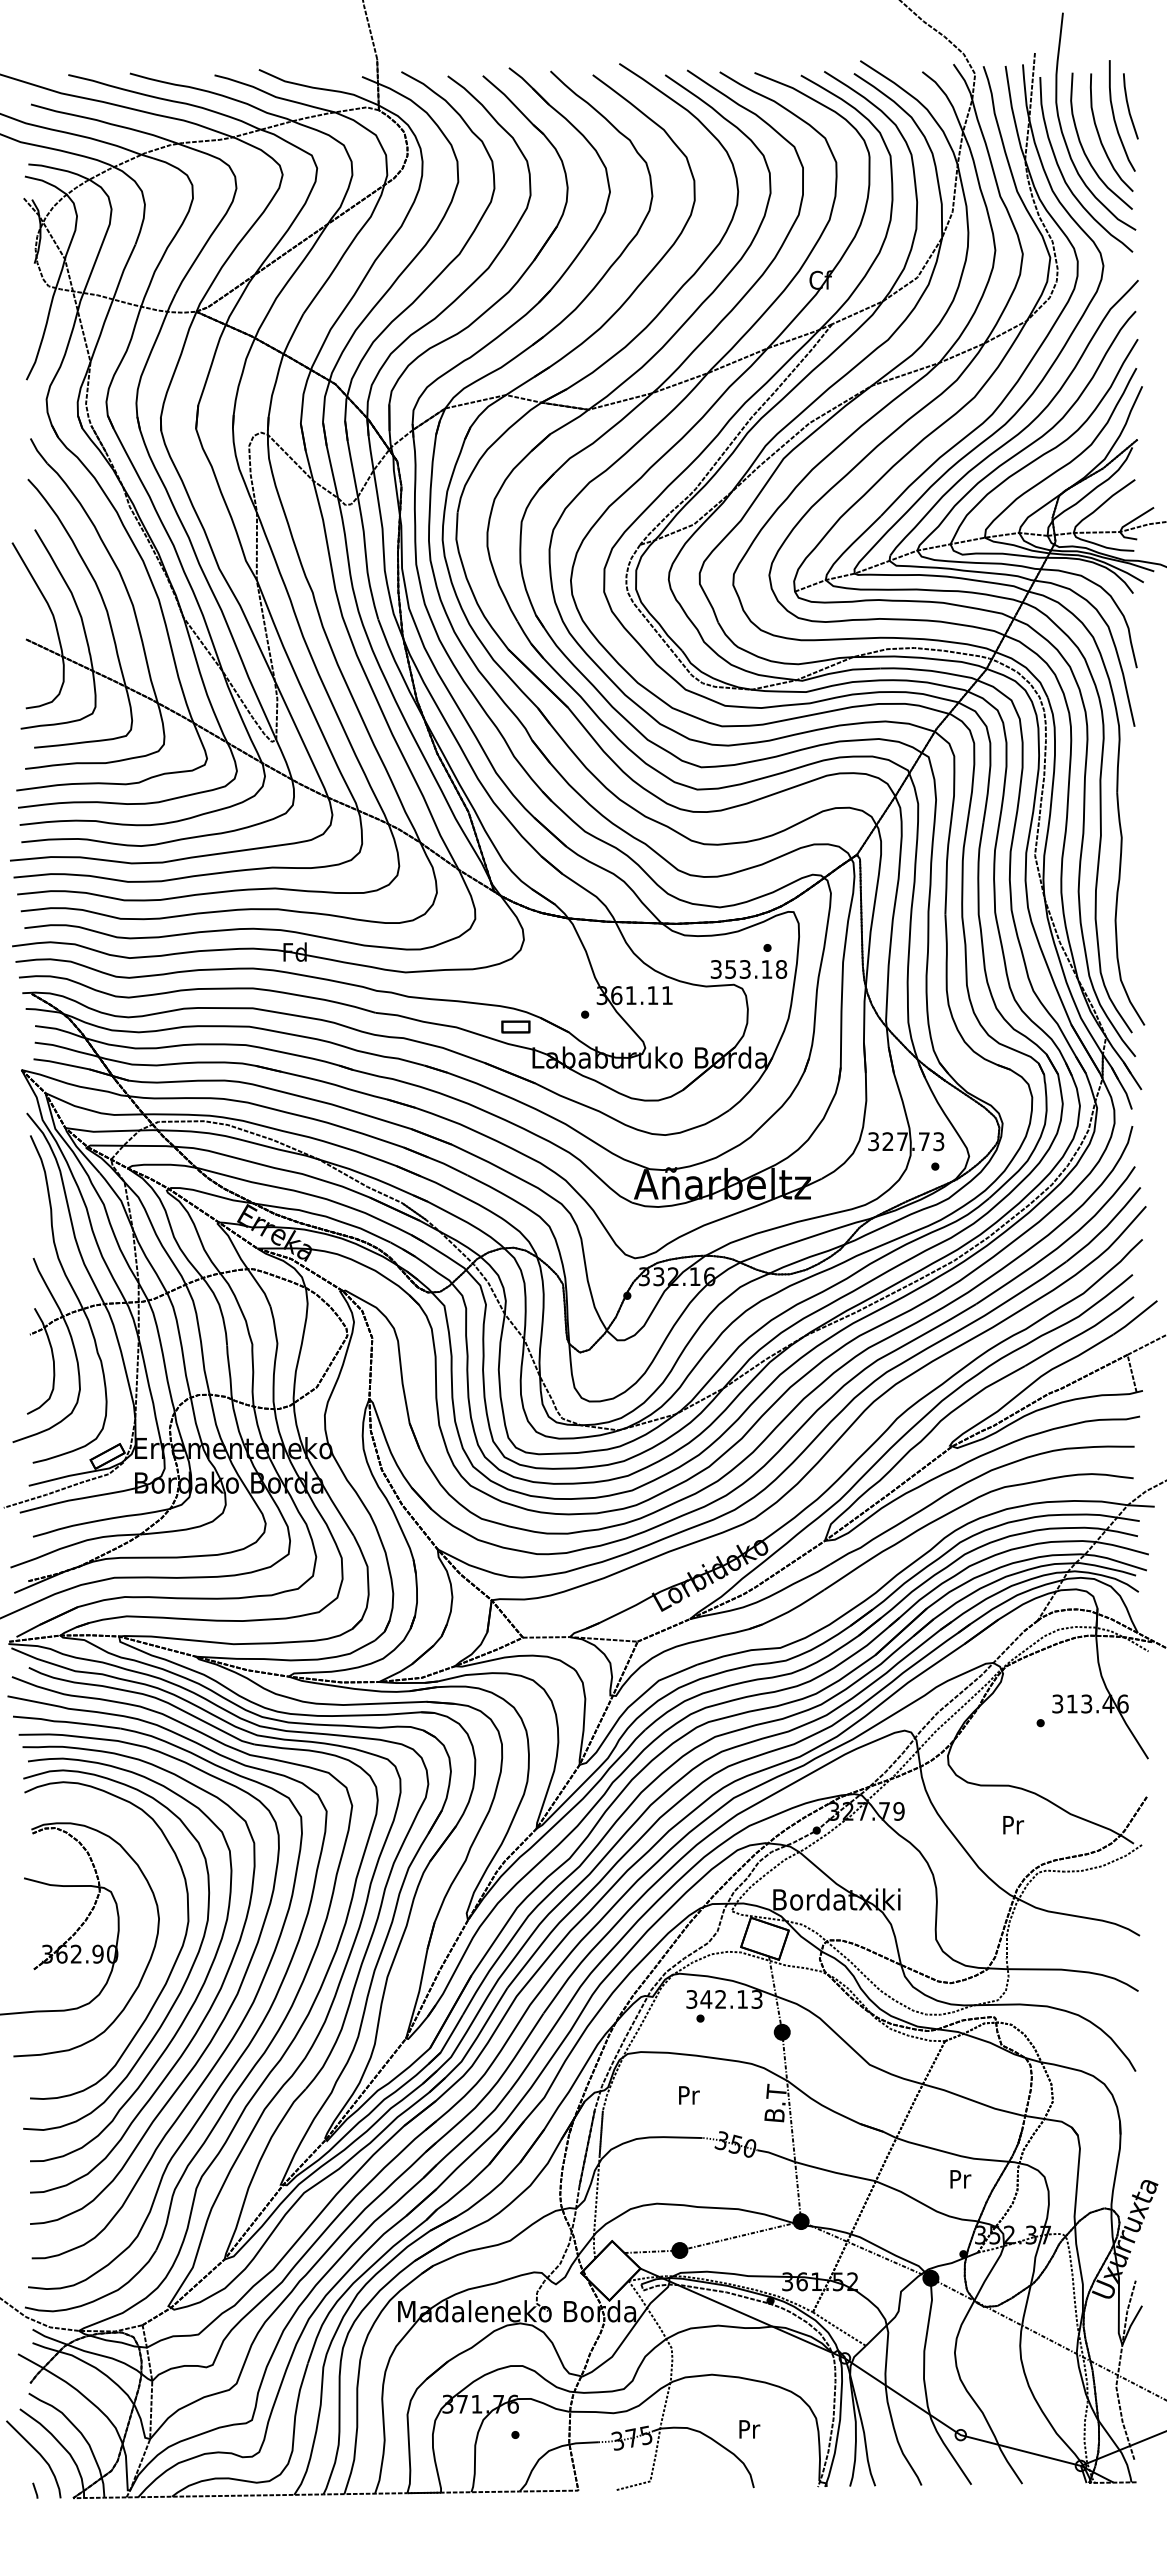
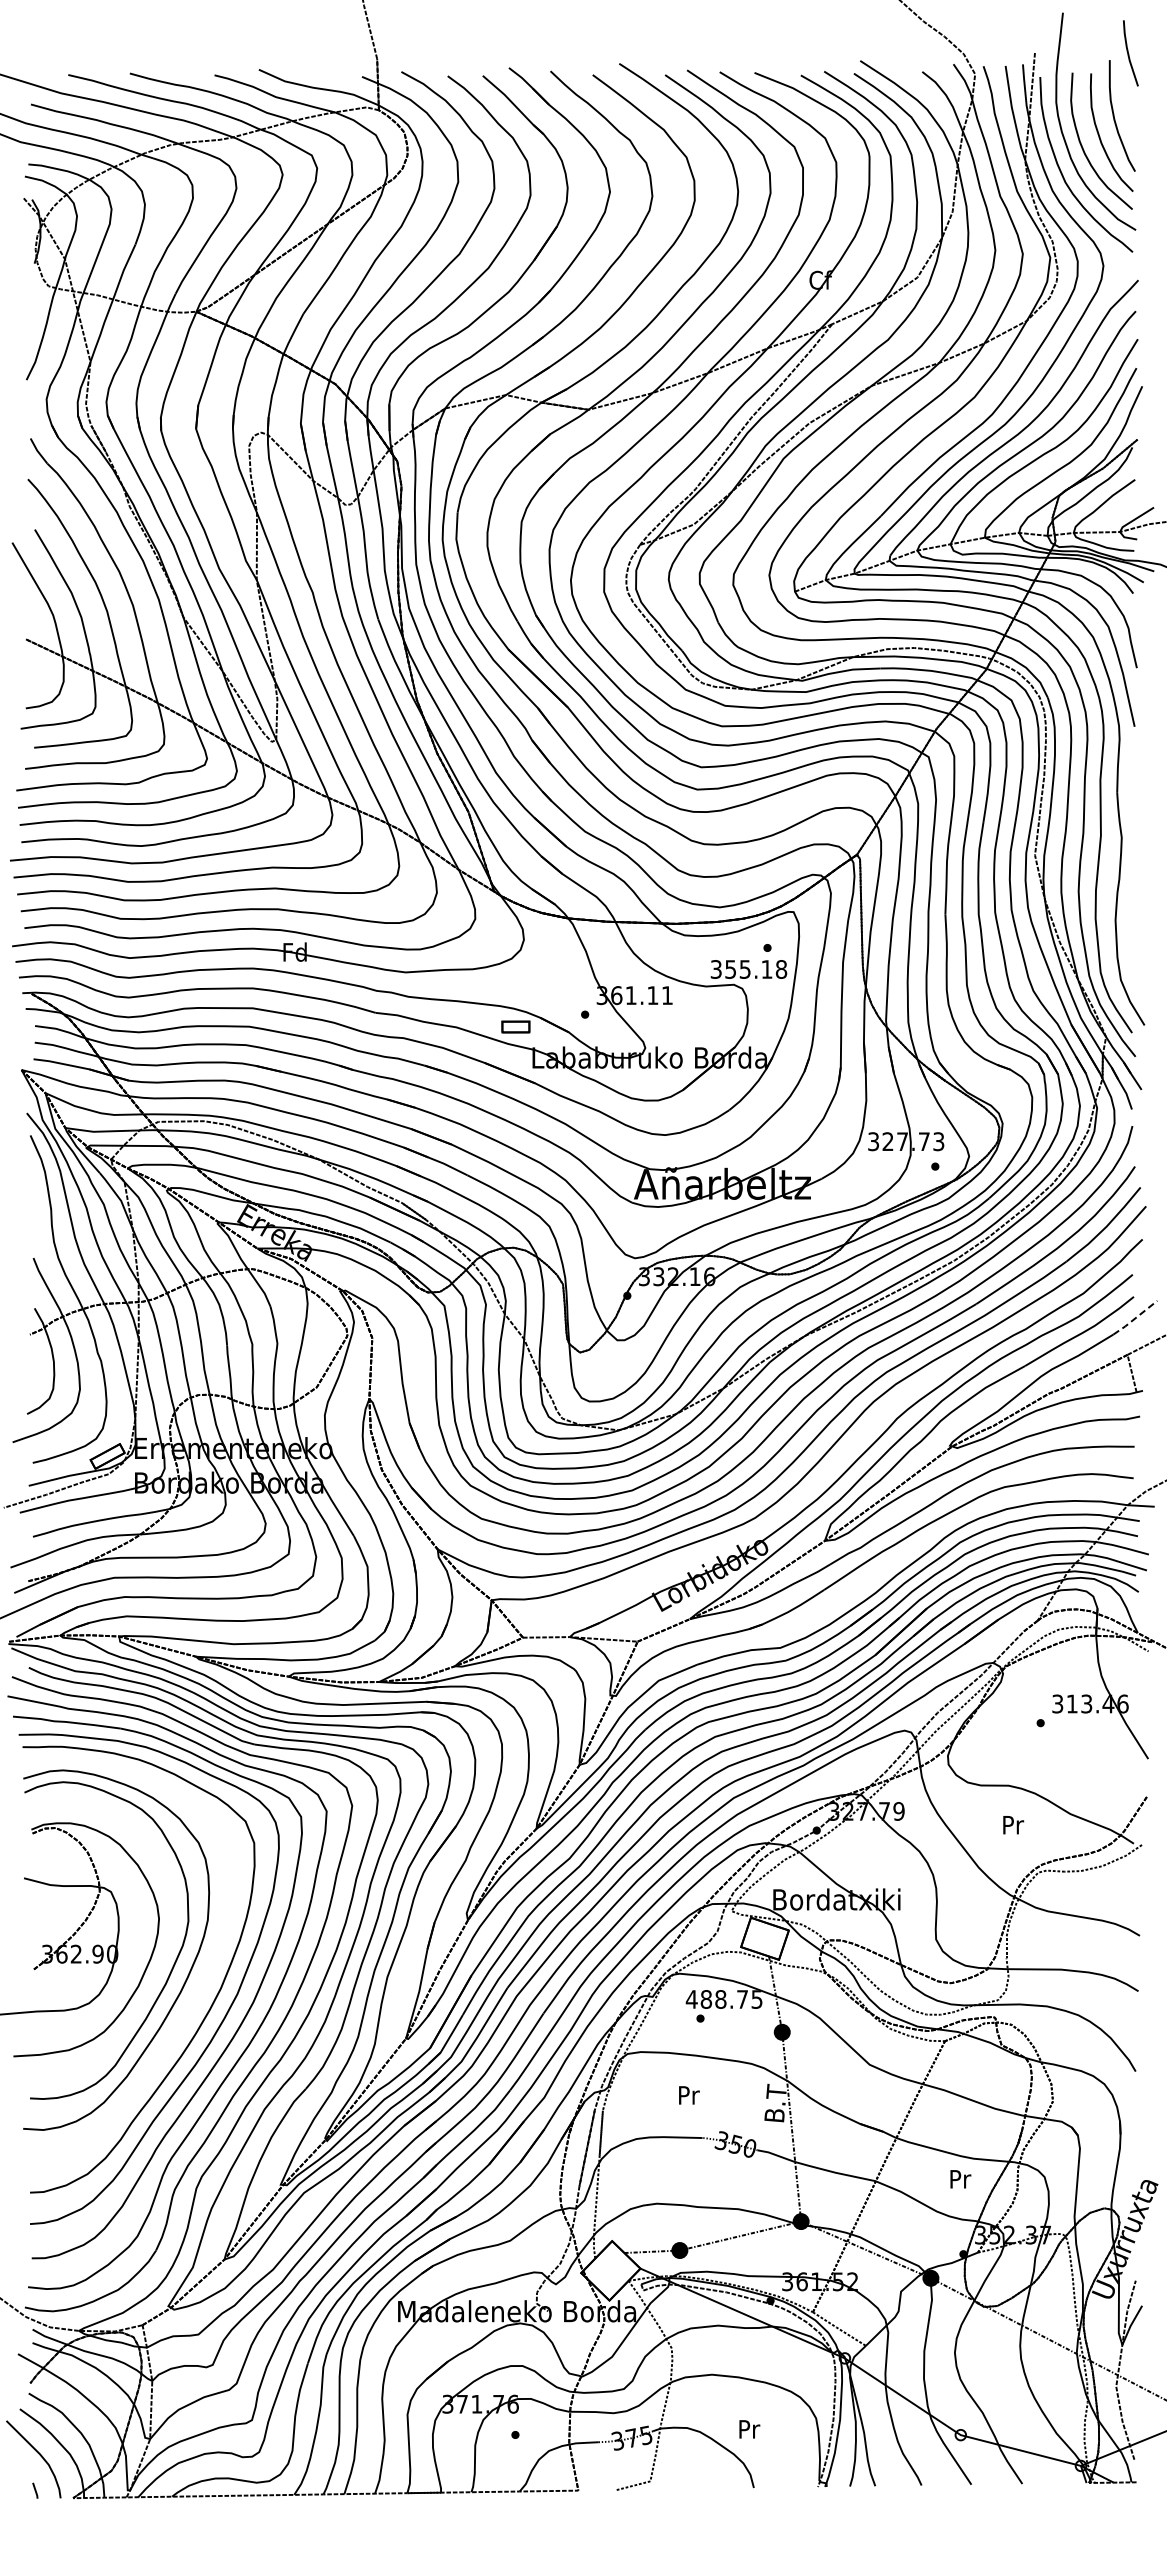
line at (1129, 106) position: (1129, 106) -> (1129, 53)
text at (745, 969): 353.18 -> 355.18
line at (1135, 1318): solid -> dashed
curve at (198, 1992): present -> none
text at (723, 1999): 342.13 -> 488.75
